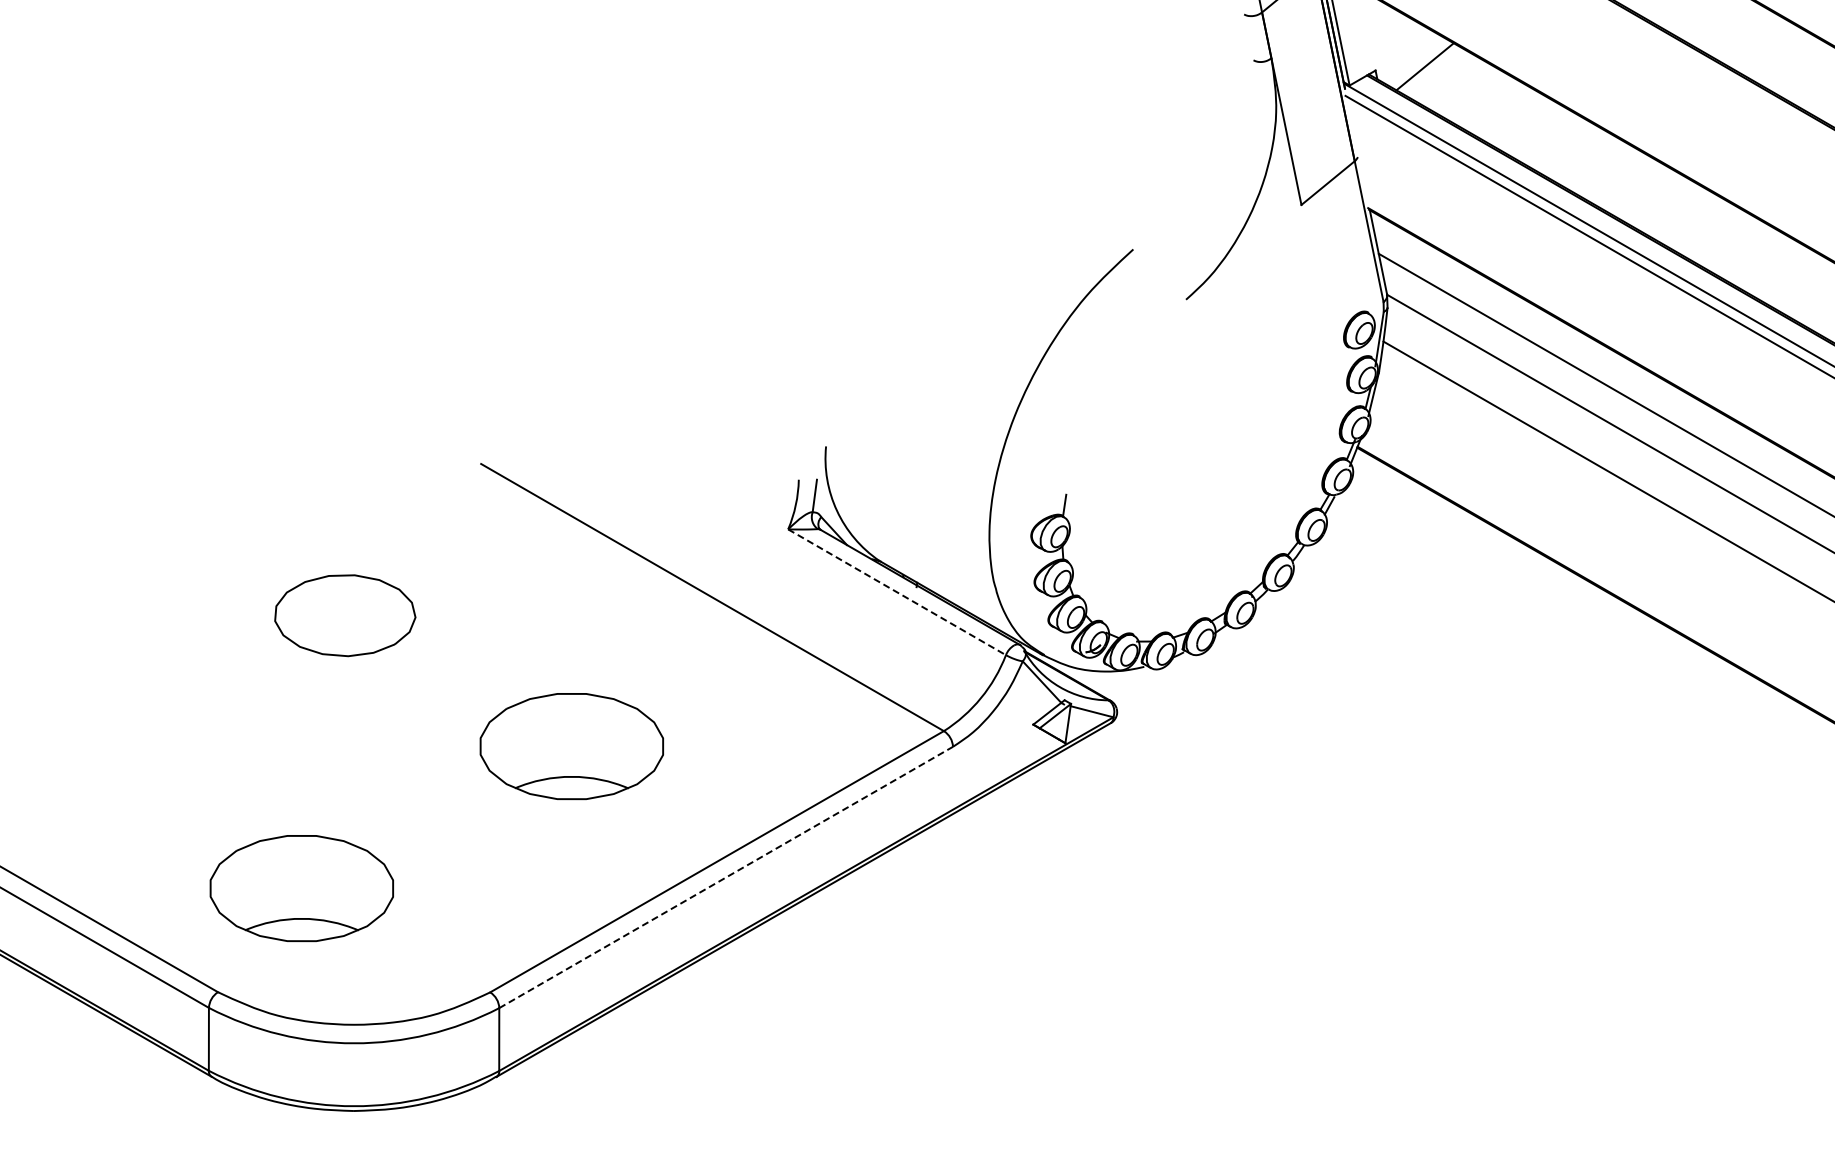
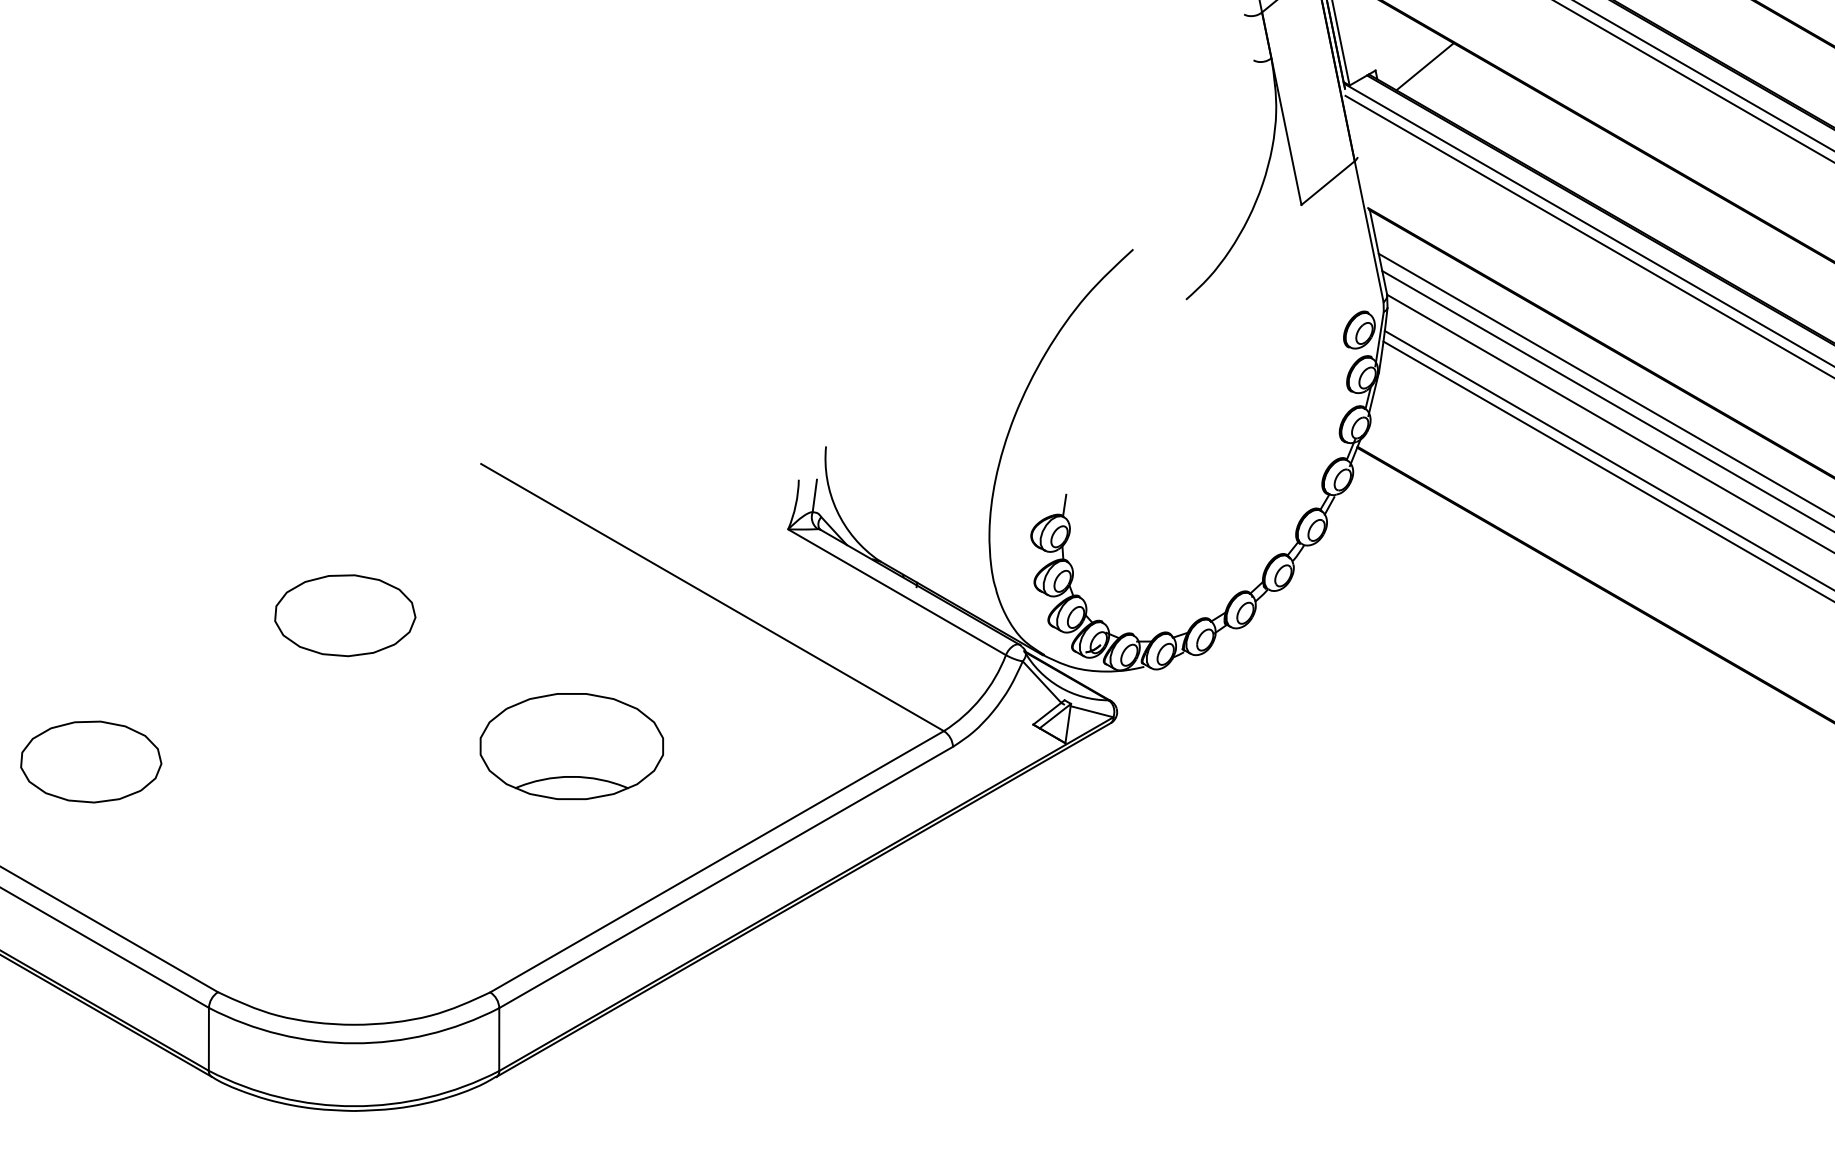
line at (1703, 75): none -> present
line at (1693, 81): none -> present
line at (1606, 400): none -> present
line at (1607, 459): none -> present
line at (897, 592): dashed -> solid
part at (91, 761): none -> present
line at (726, 877): dashed -> solid
part at (301, 888): present -> none
